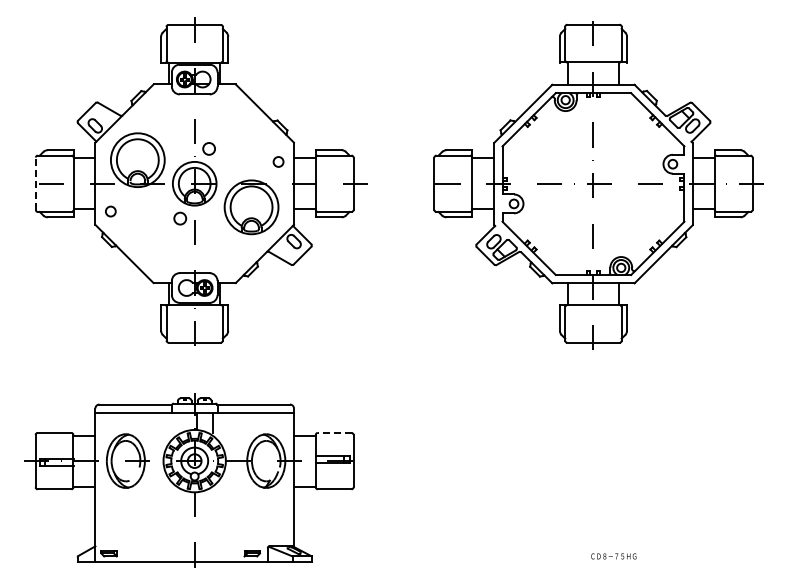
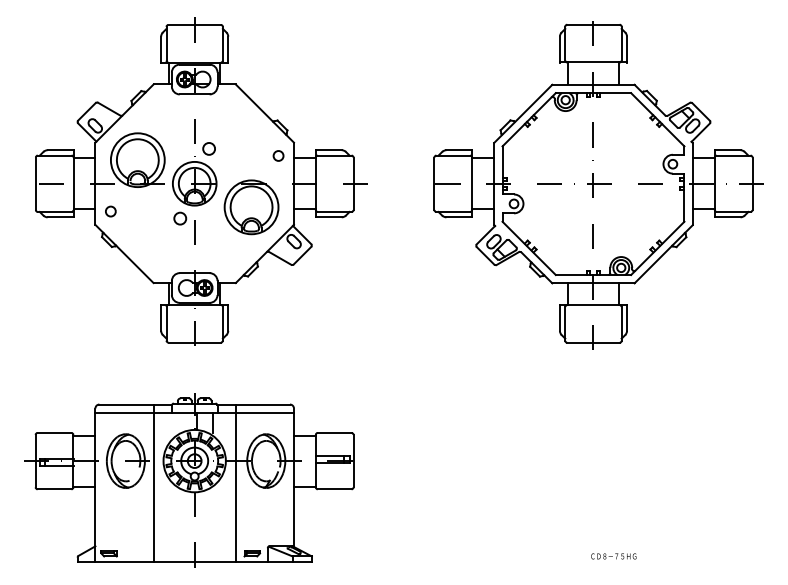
circle at (278, 161) position: (278, 161) -> (278, 155)
line at (35, 183): dashed -> solid
line at (334, 432): dashed -> solid
line at (153, 483): none -> present
line at (235, 483): none -> present
